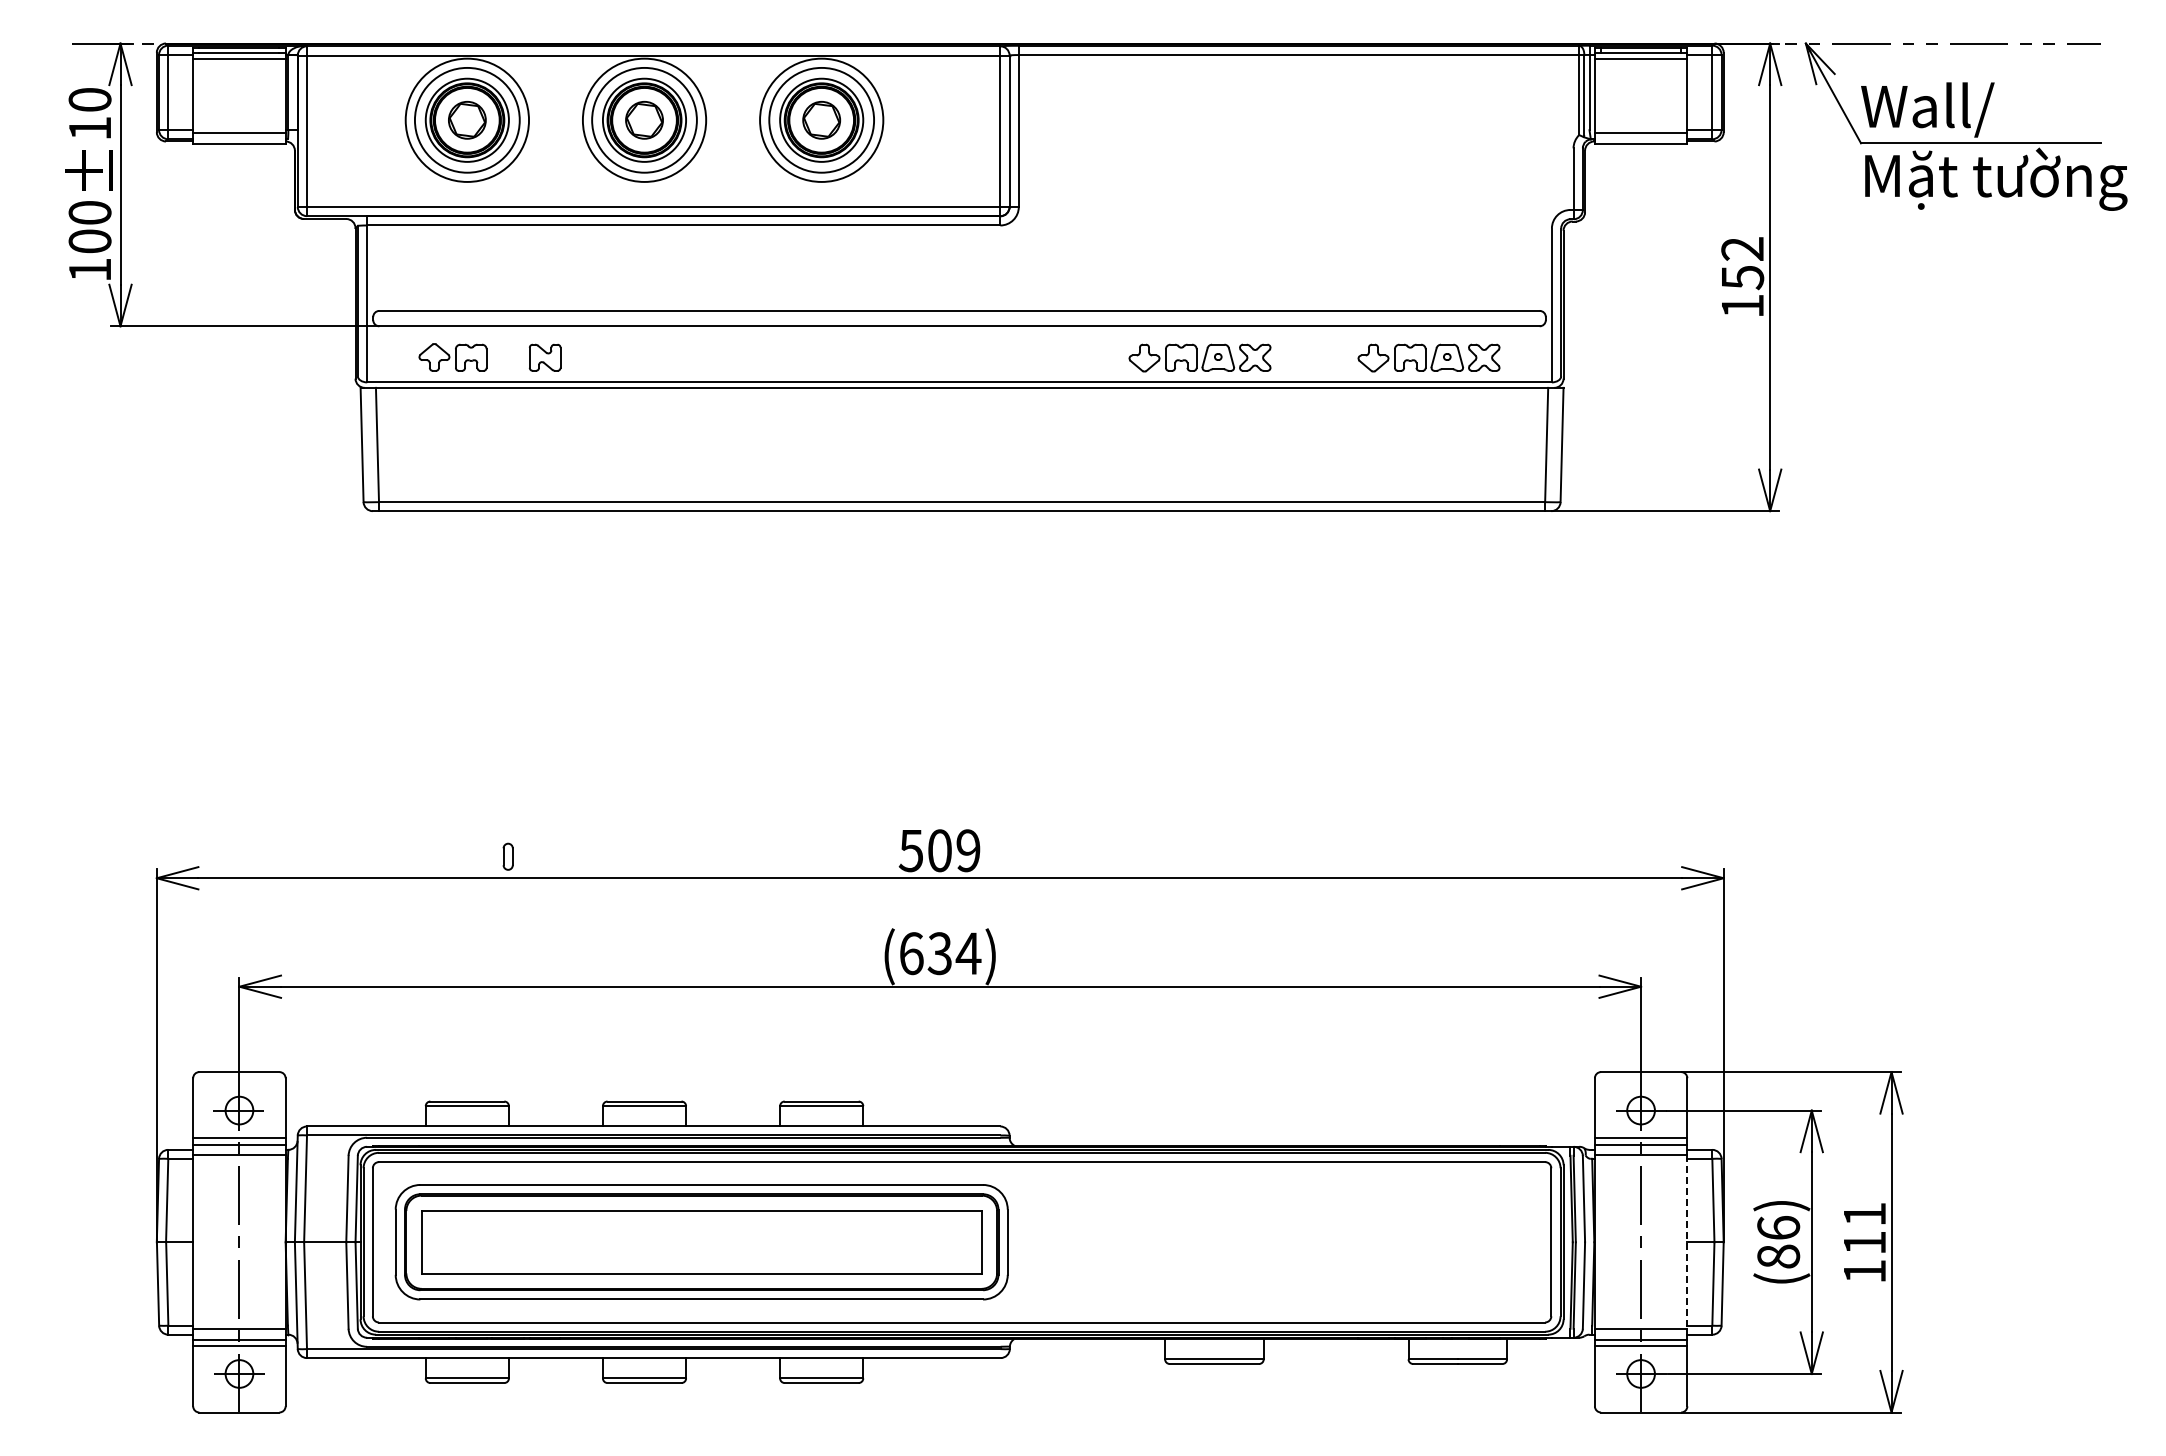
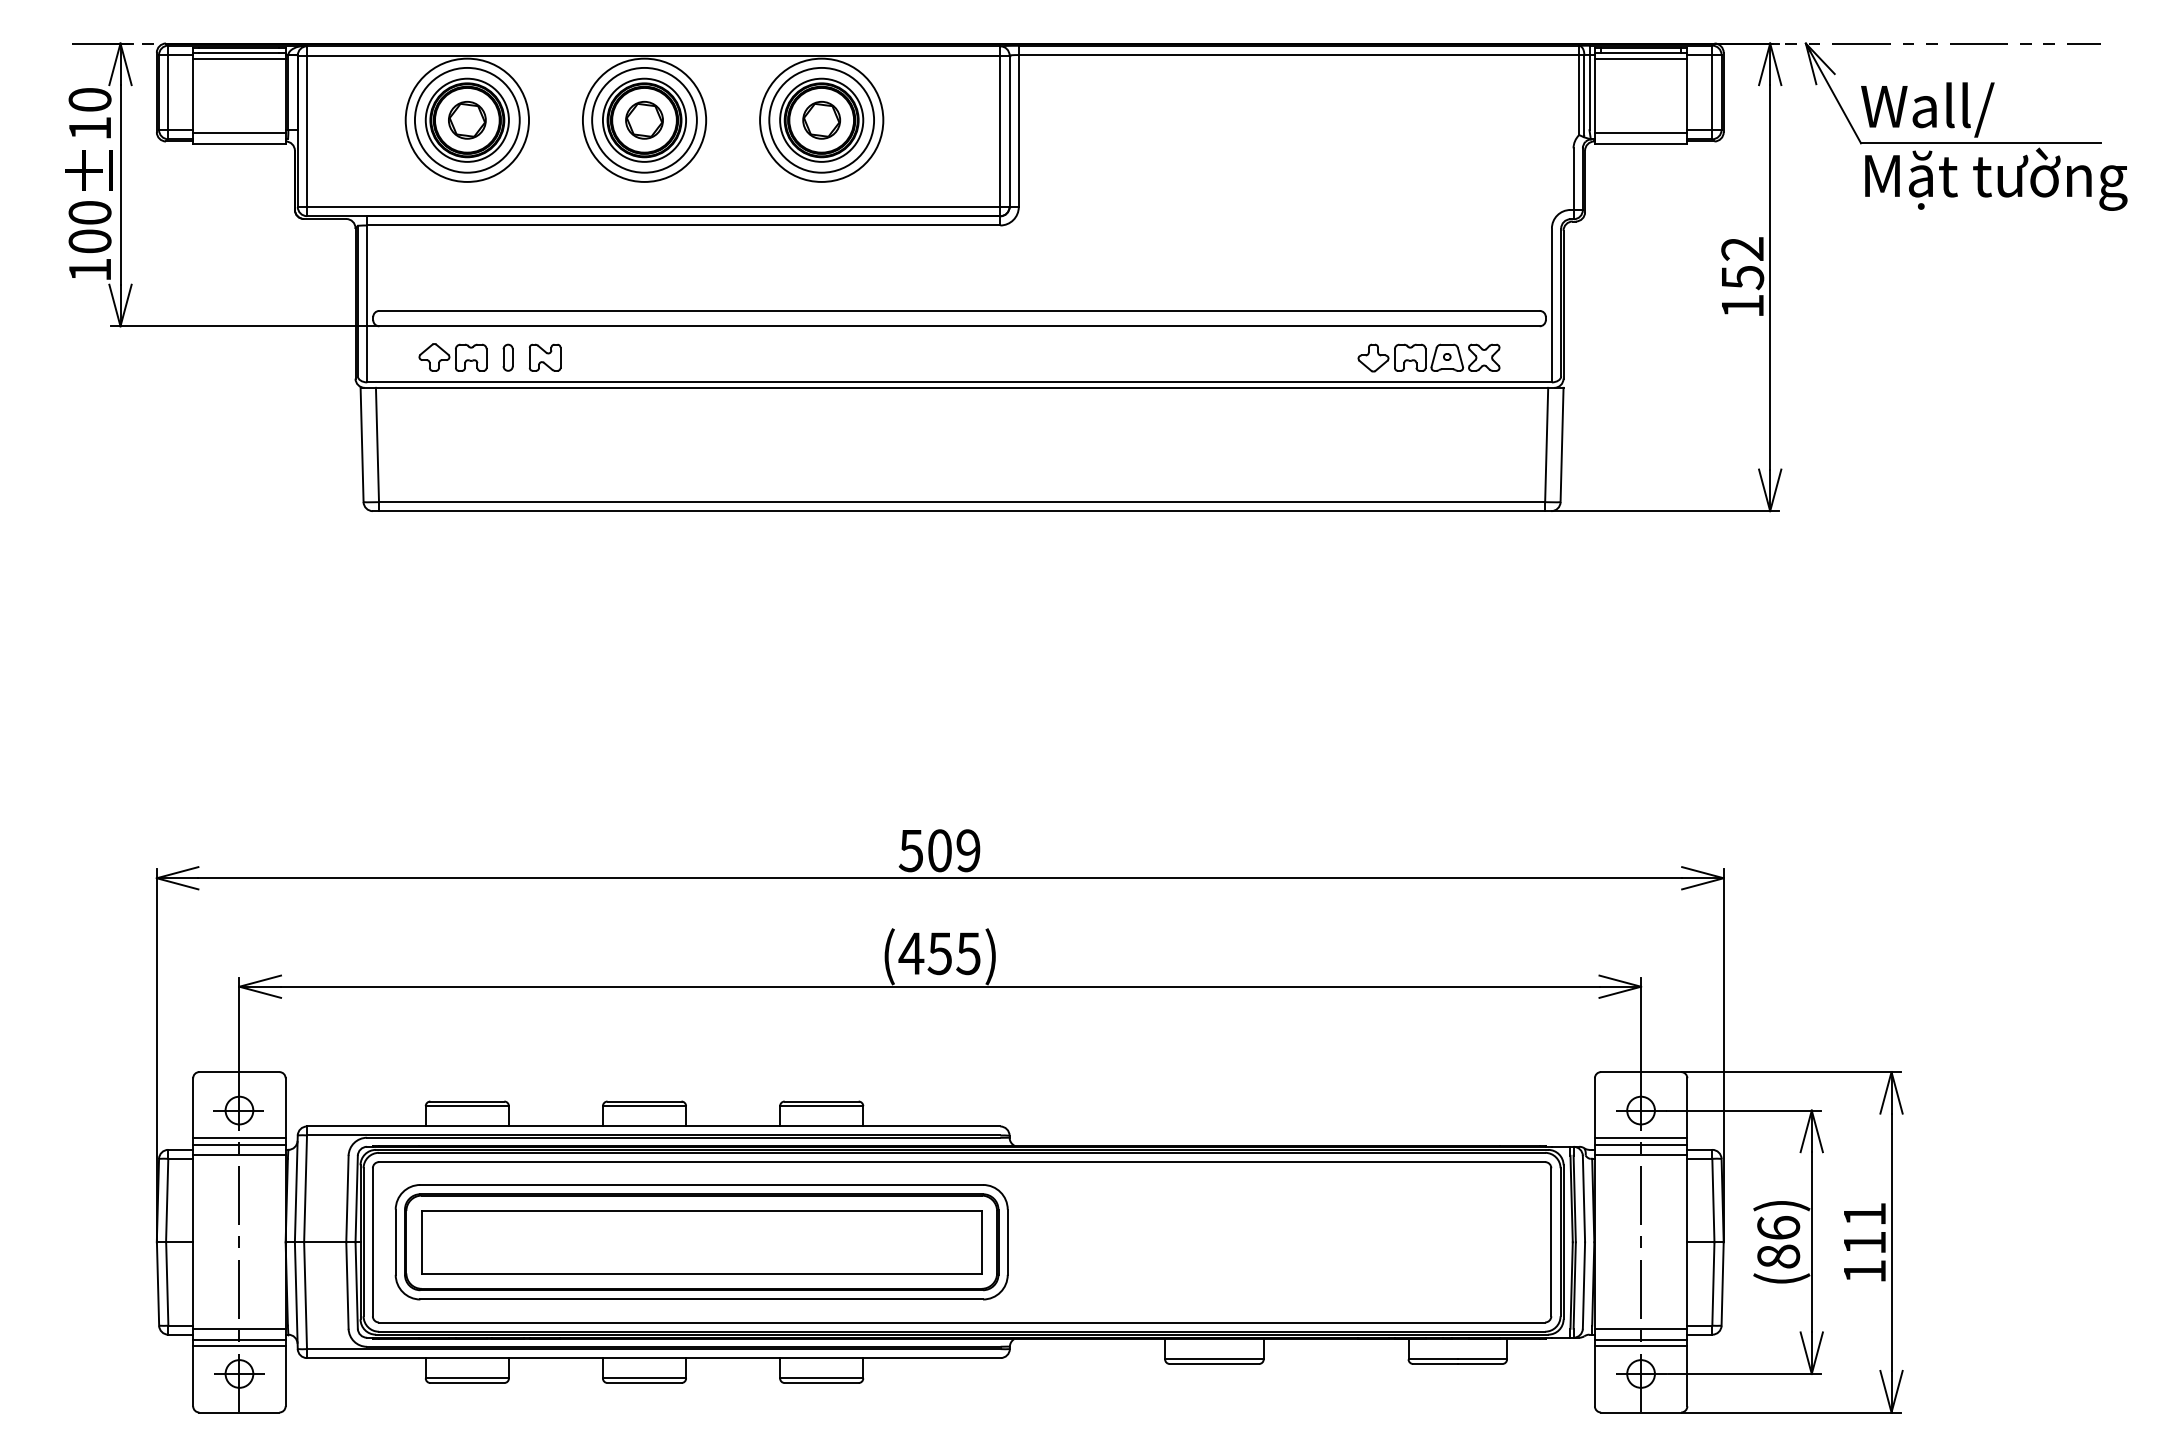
part at (1199, 357): present -> none
part at (507, 856) position: (507, 856) -> (507, 357)
text at (939, 953): (634) -> (455)
line at (1687, 1242): dashed -> solid
